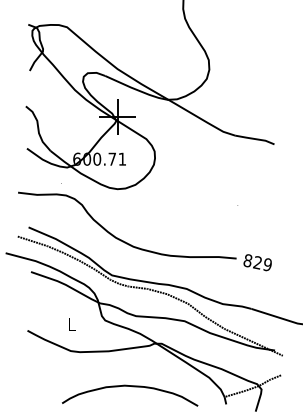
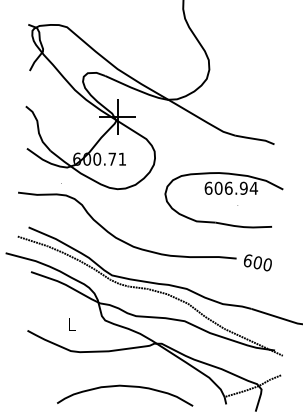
part at (220, 194): none -> present
text at (256, 262): 829 -> 600
curve at (132, 387) position: (132, 387) -> (127, 387)
